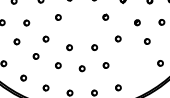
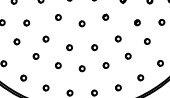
part at (81, 23): none -> present
part at (127, 55): none -> present
part at (140, 77): none -> present
